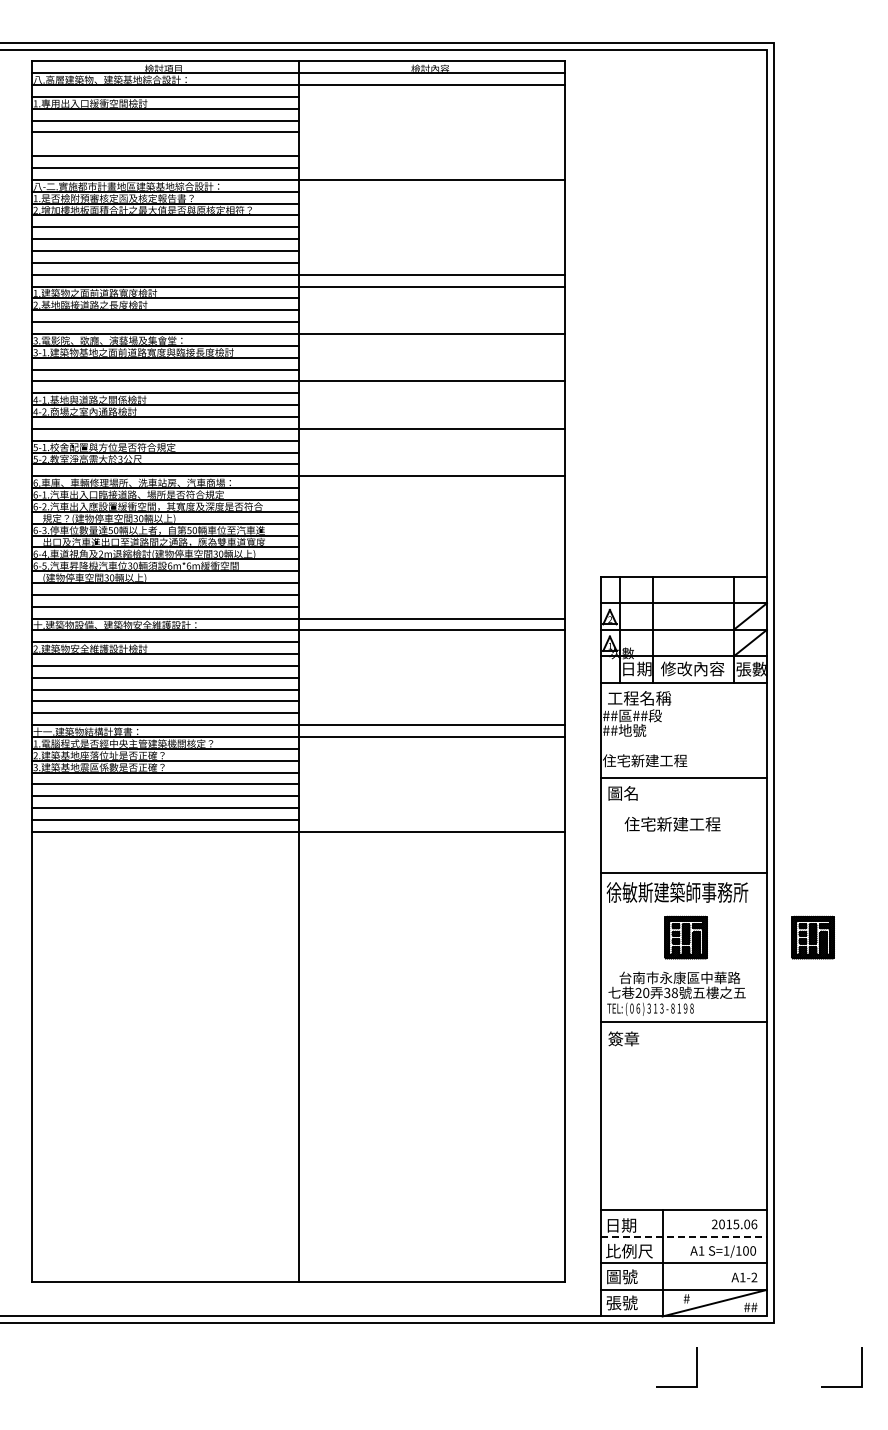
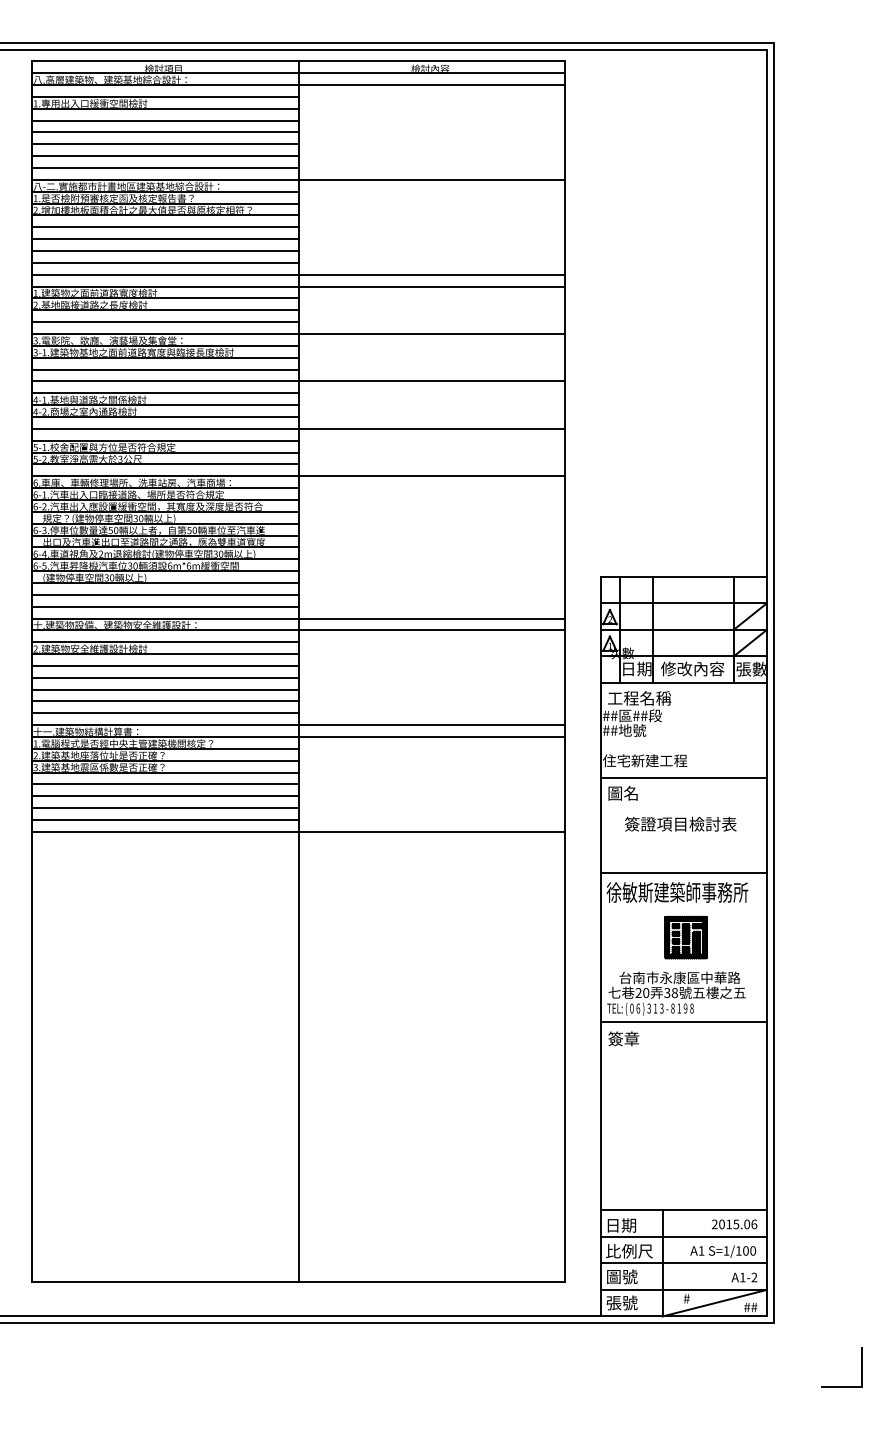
line at (165, 144): none -> present
text at (680, 823): 住宅新建工程 -> 簽證項目檢討表
part at (812, 937): present -> none
line at (683, 1236): dashed -> solid
line at (676, 1386): present -> none
